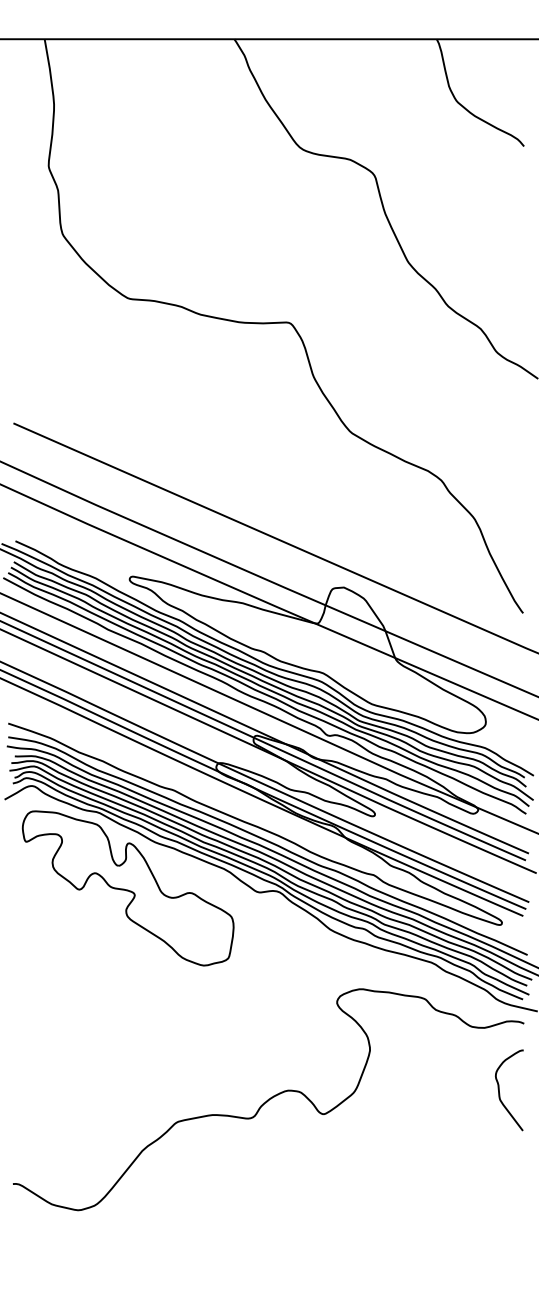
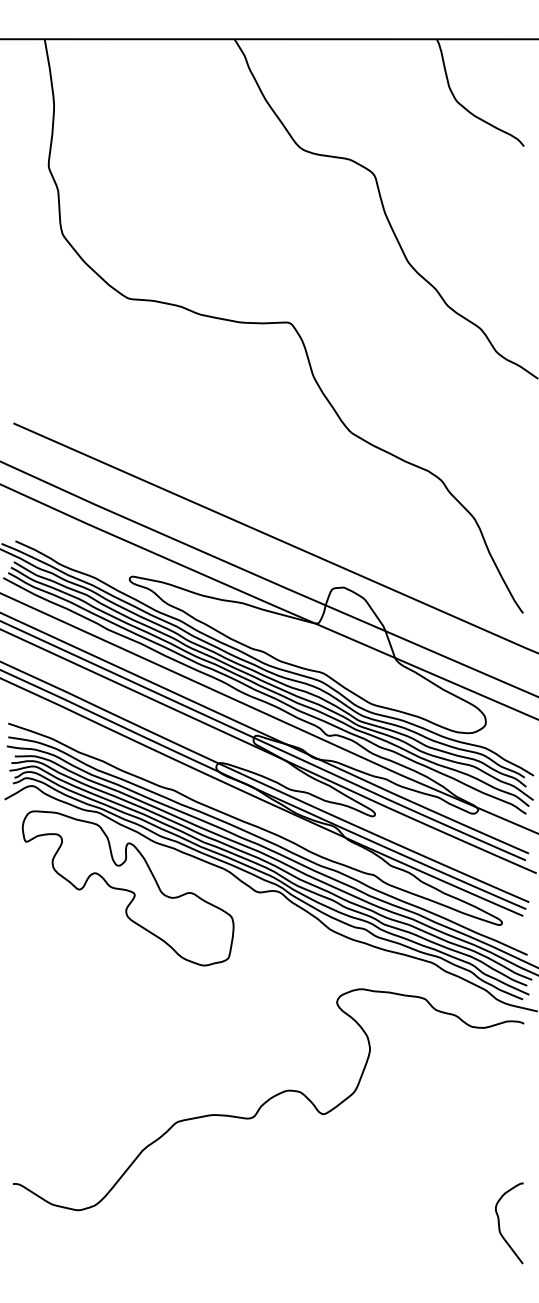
curve at (500, 1093) position: (500, 1093) -> (500, 1226)
